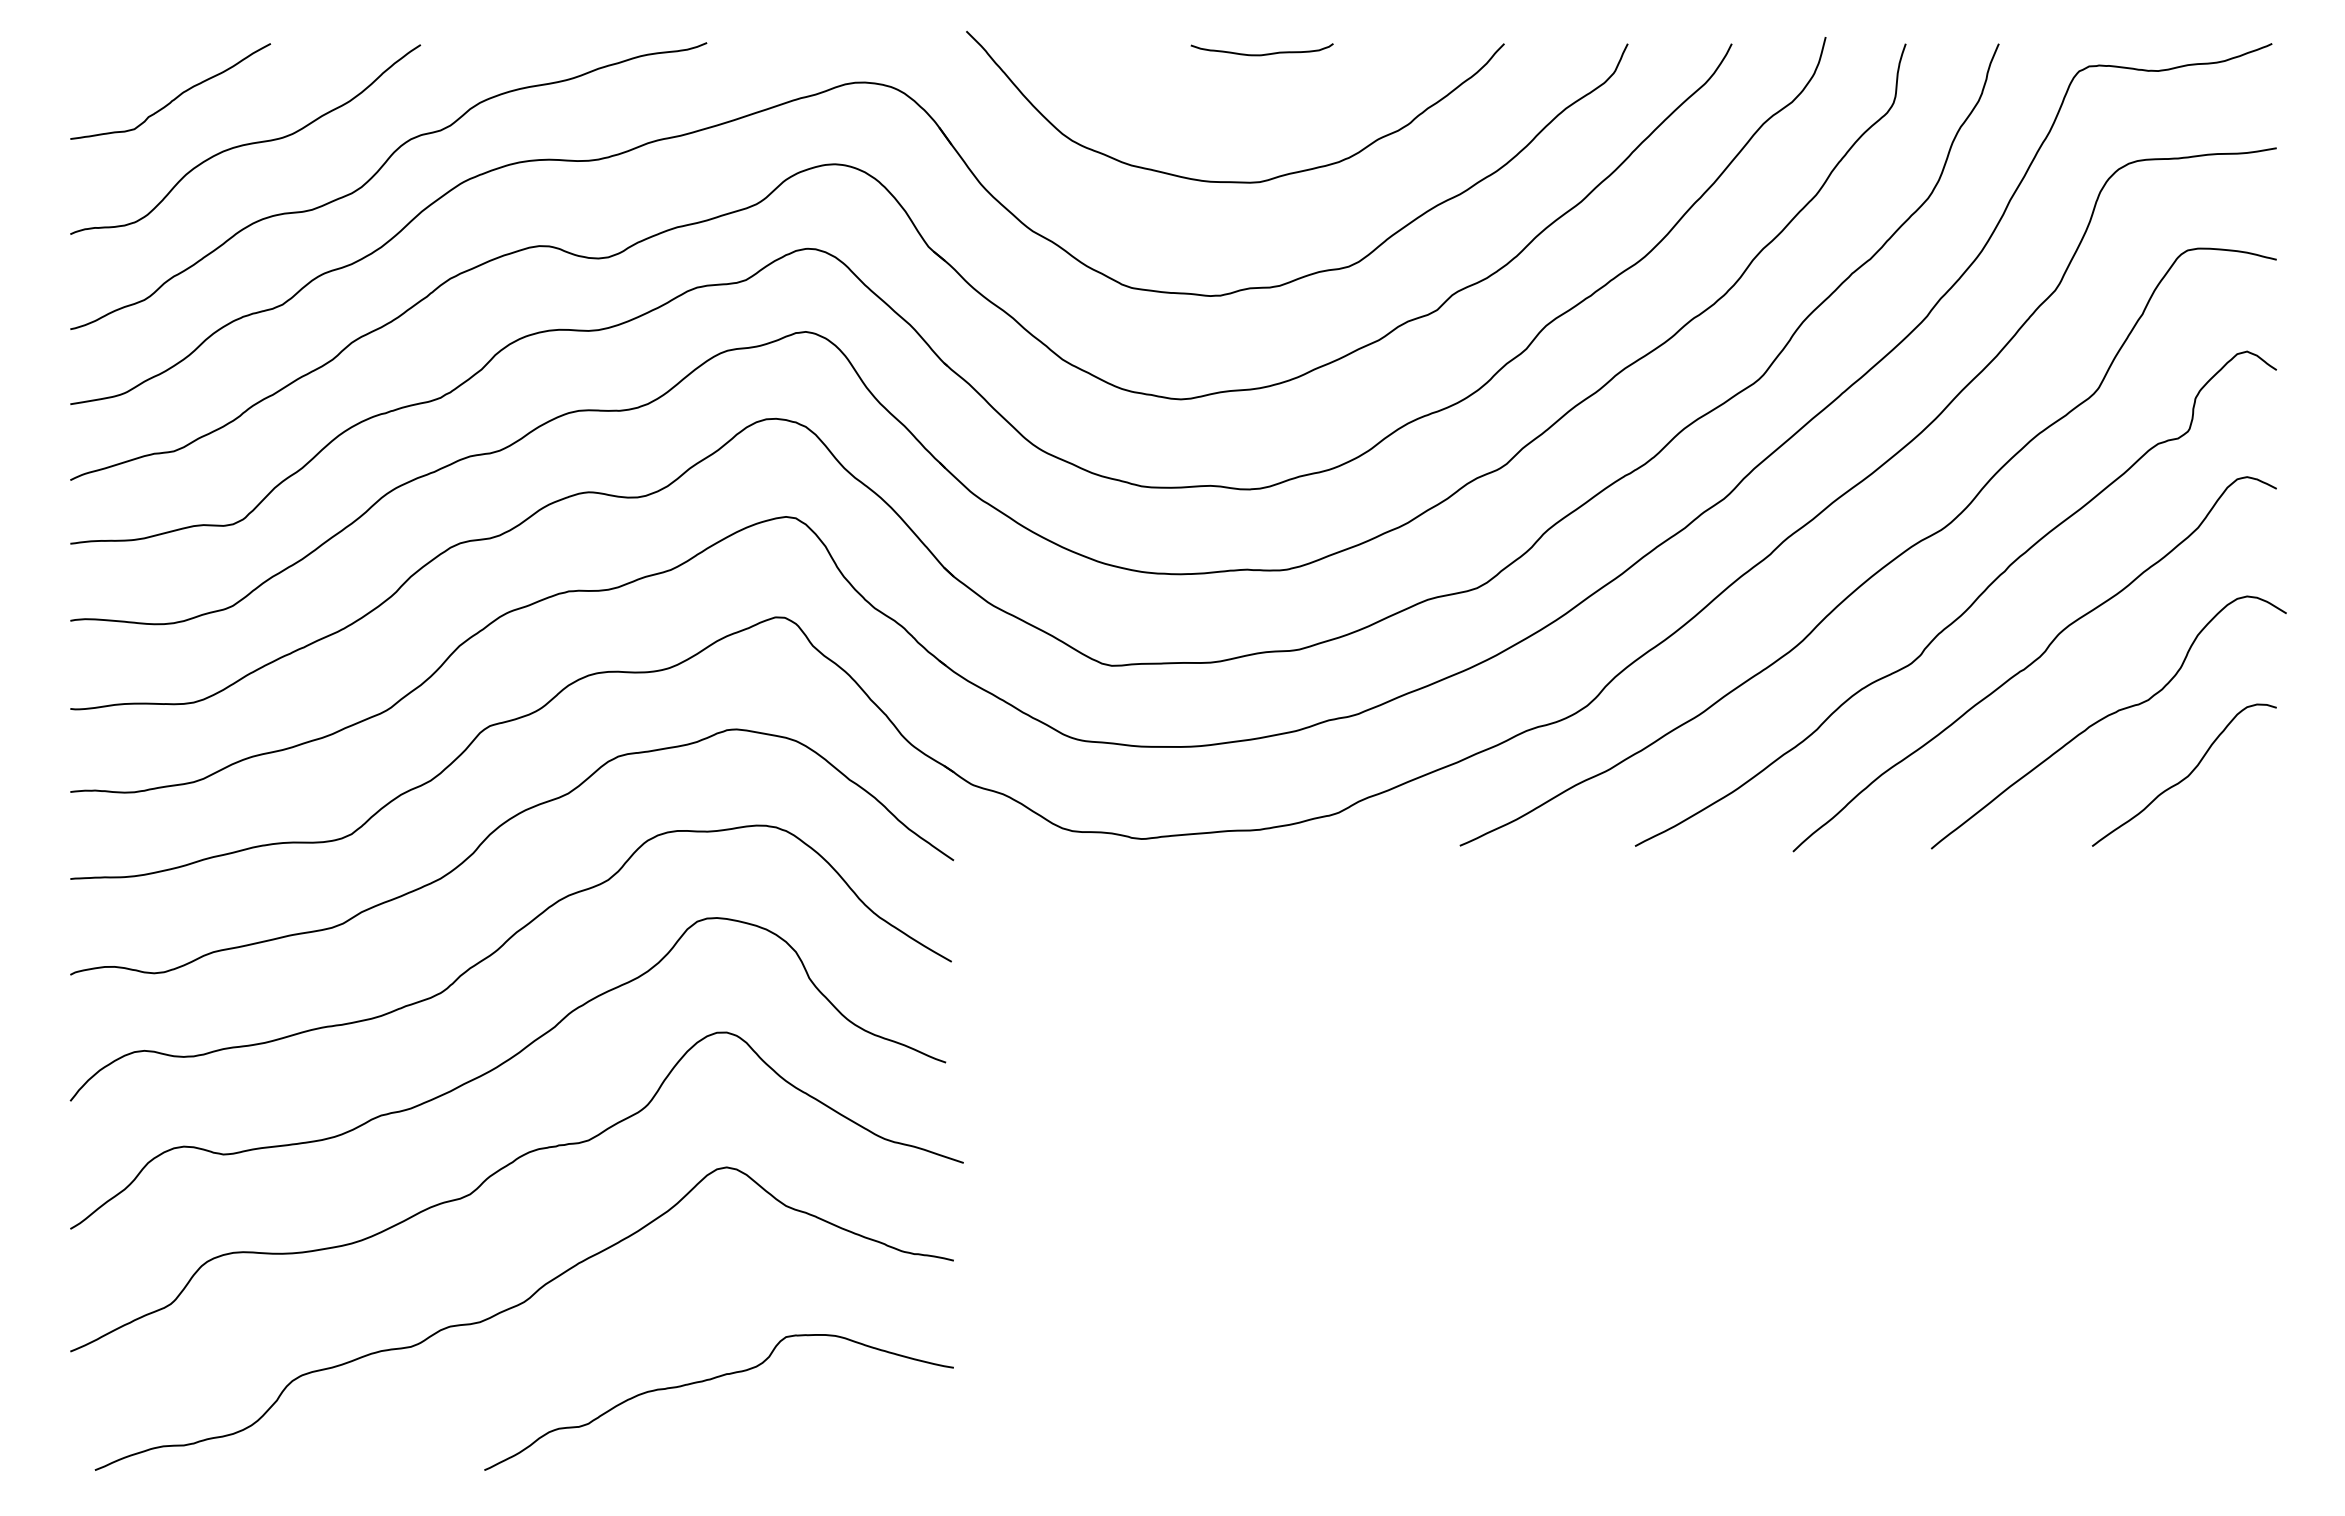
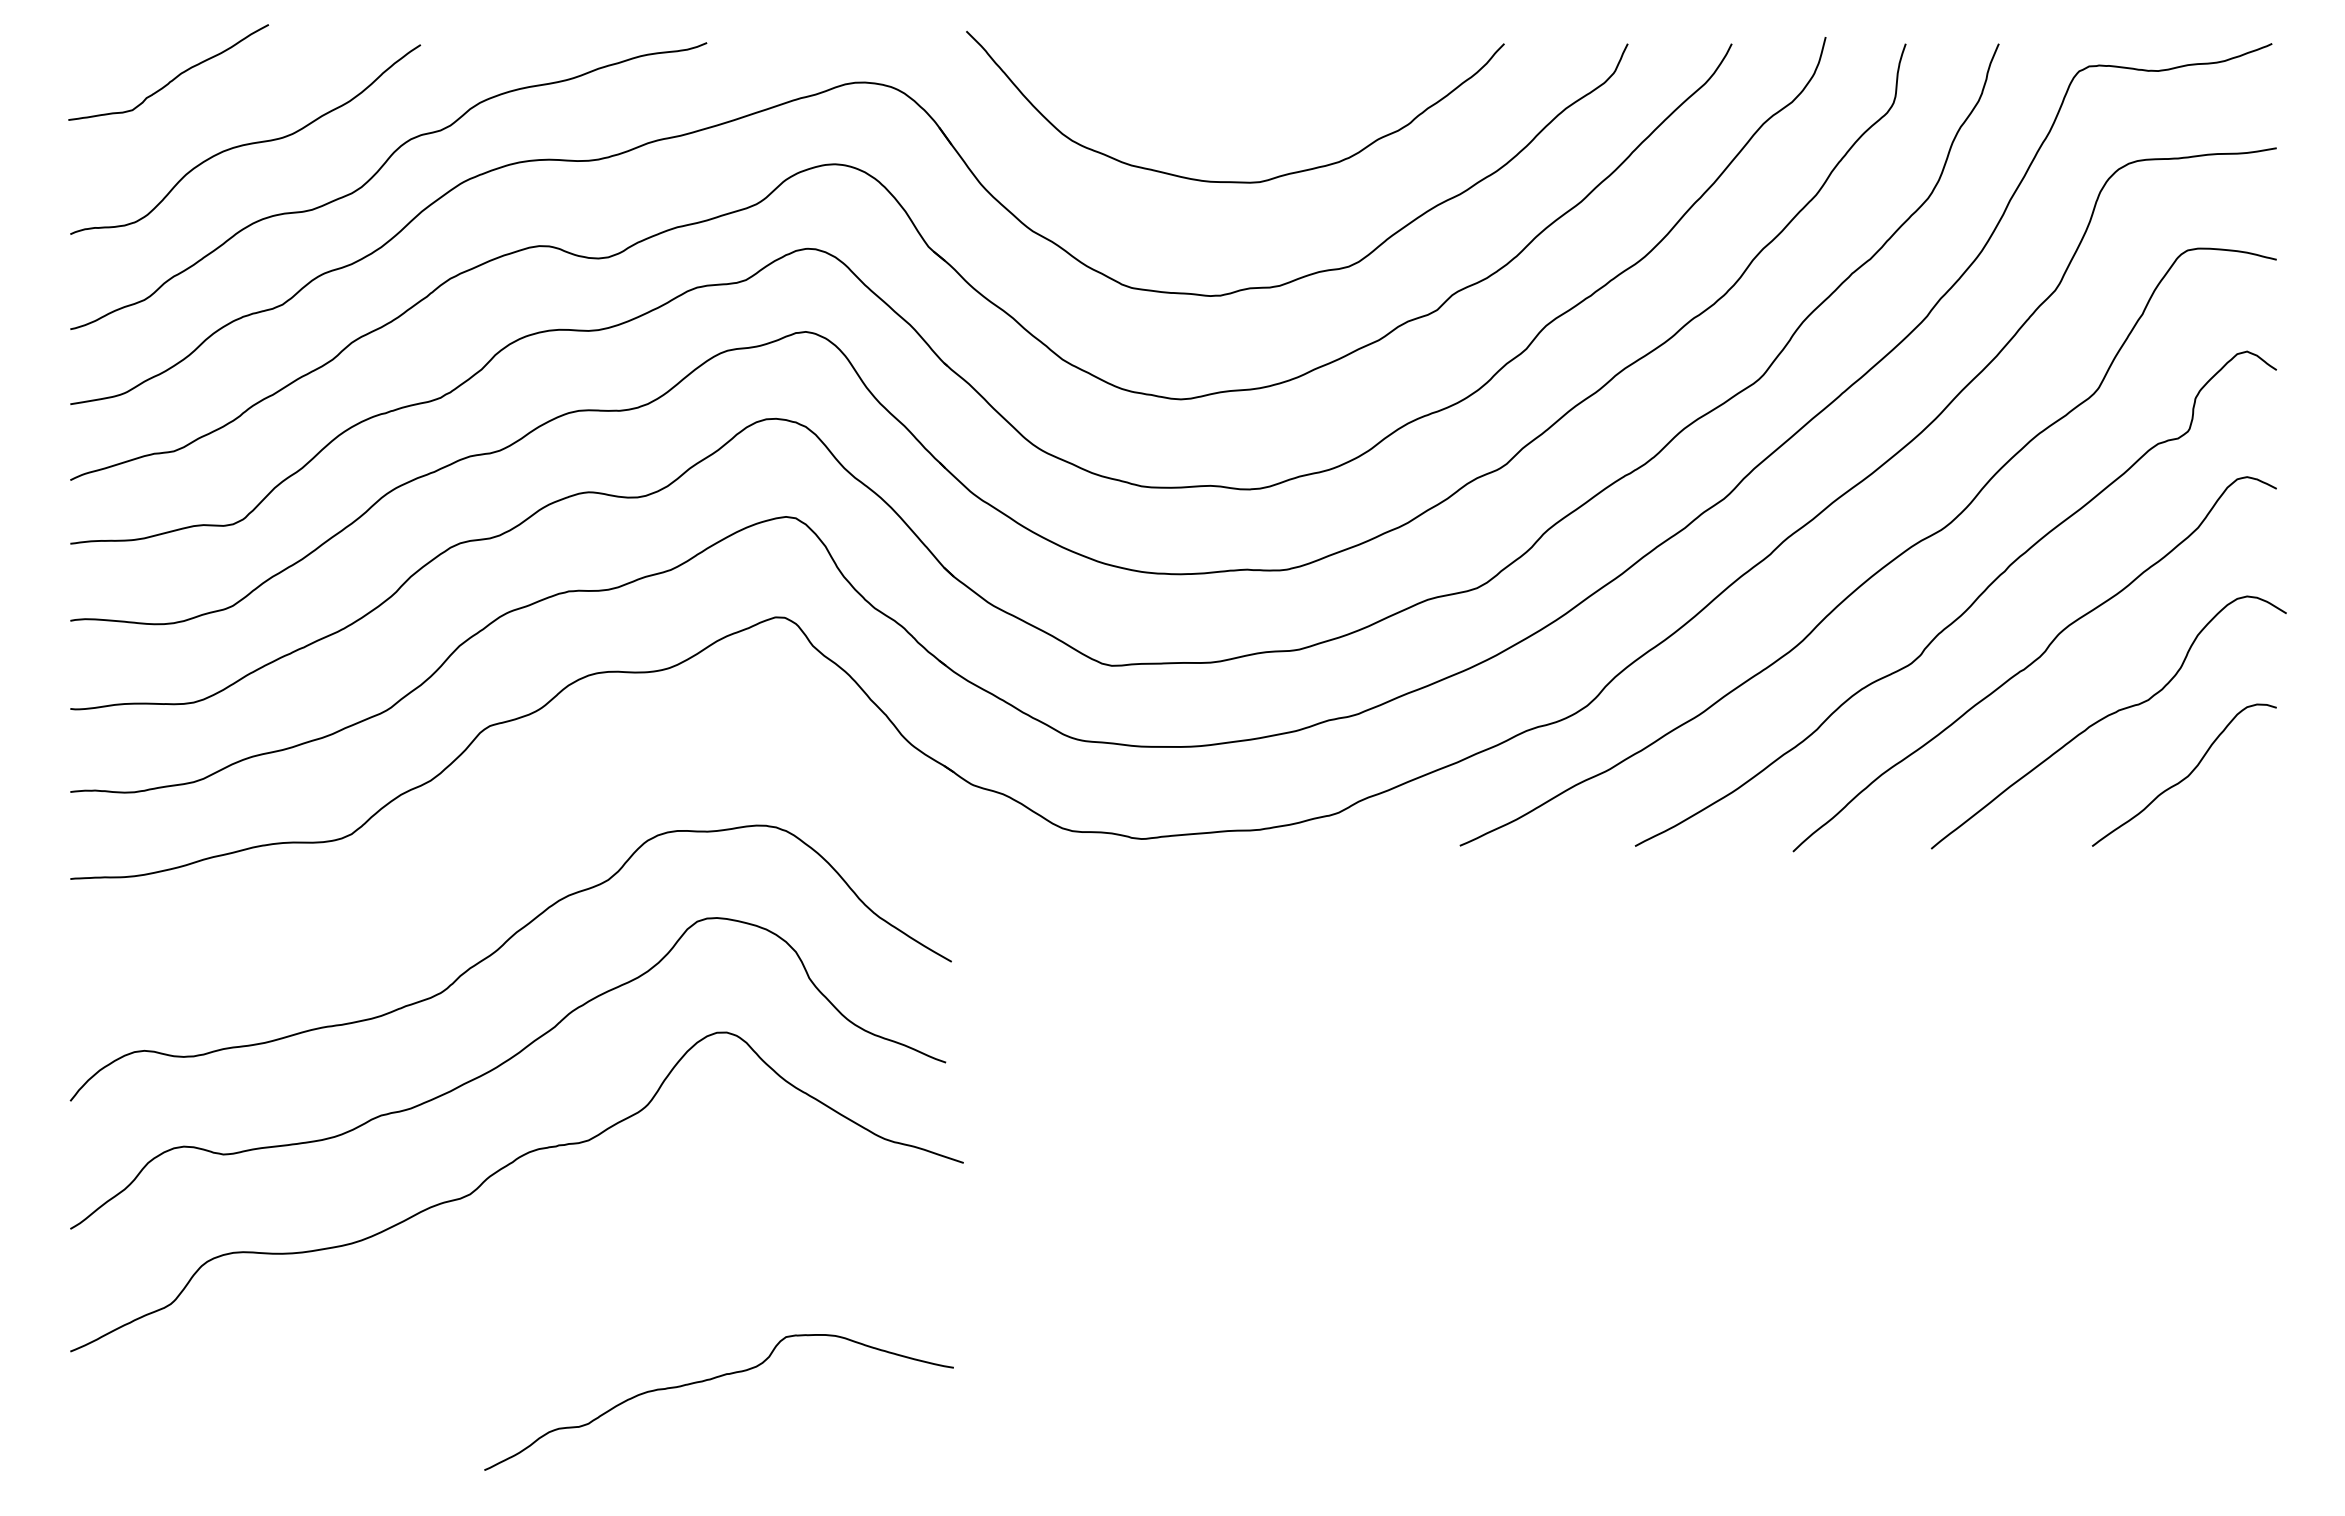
curve at (1261, 54): present -> none
curve at (176, 96) position: (176, 96) -> (174, 77)
curve at (495, 831): present -> none
curve at (517, 1306): present -> none
